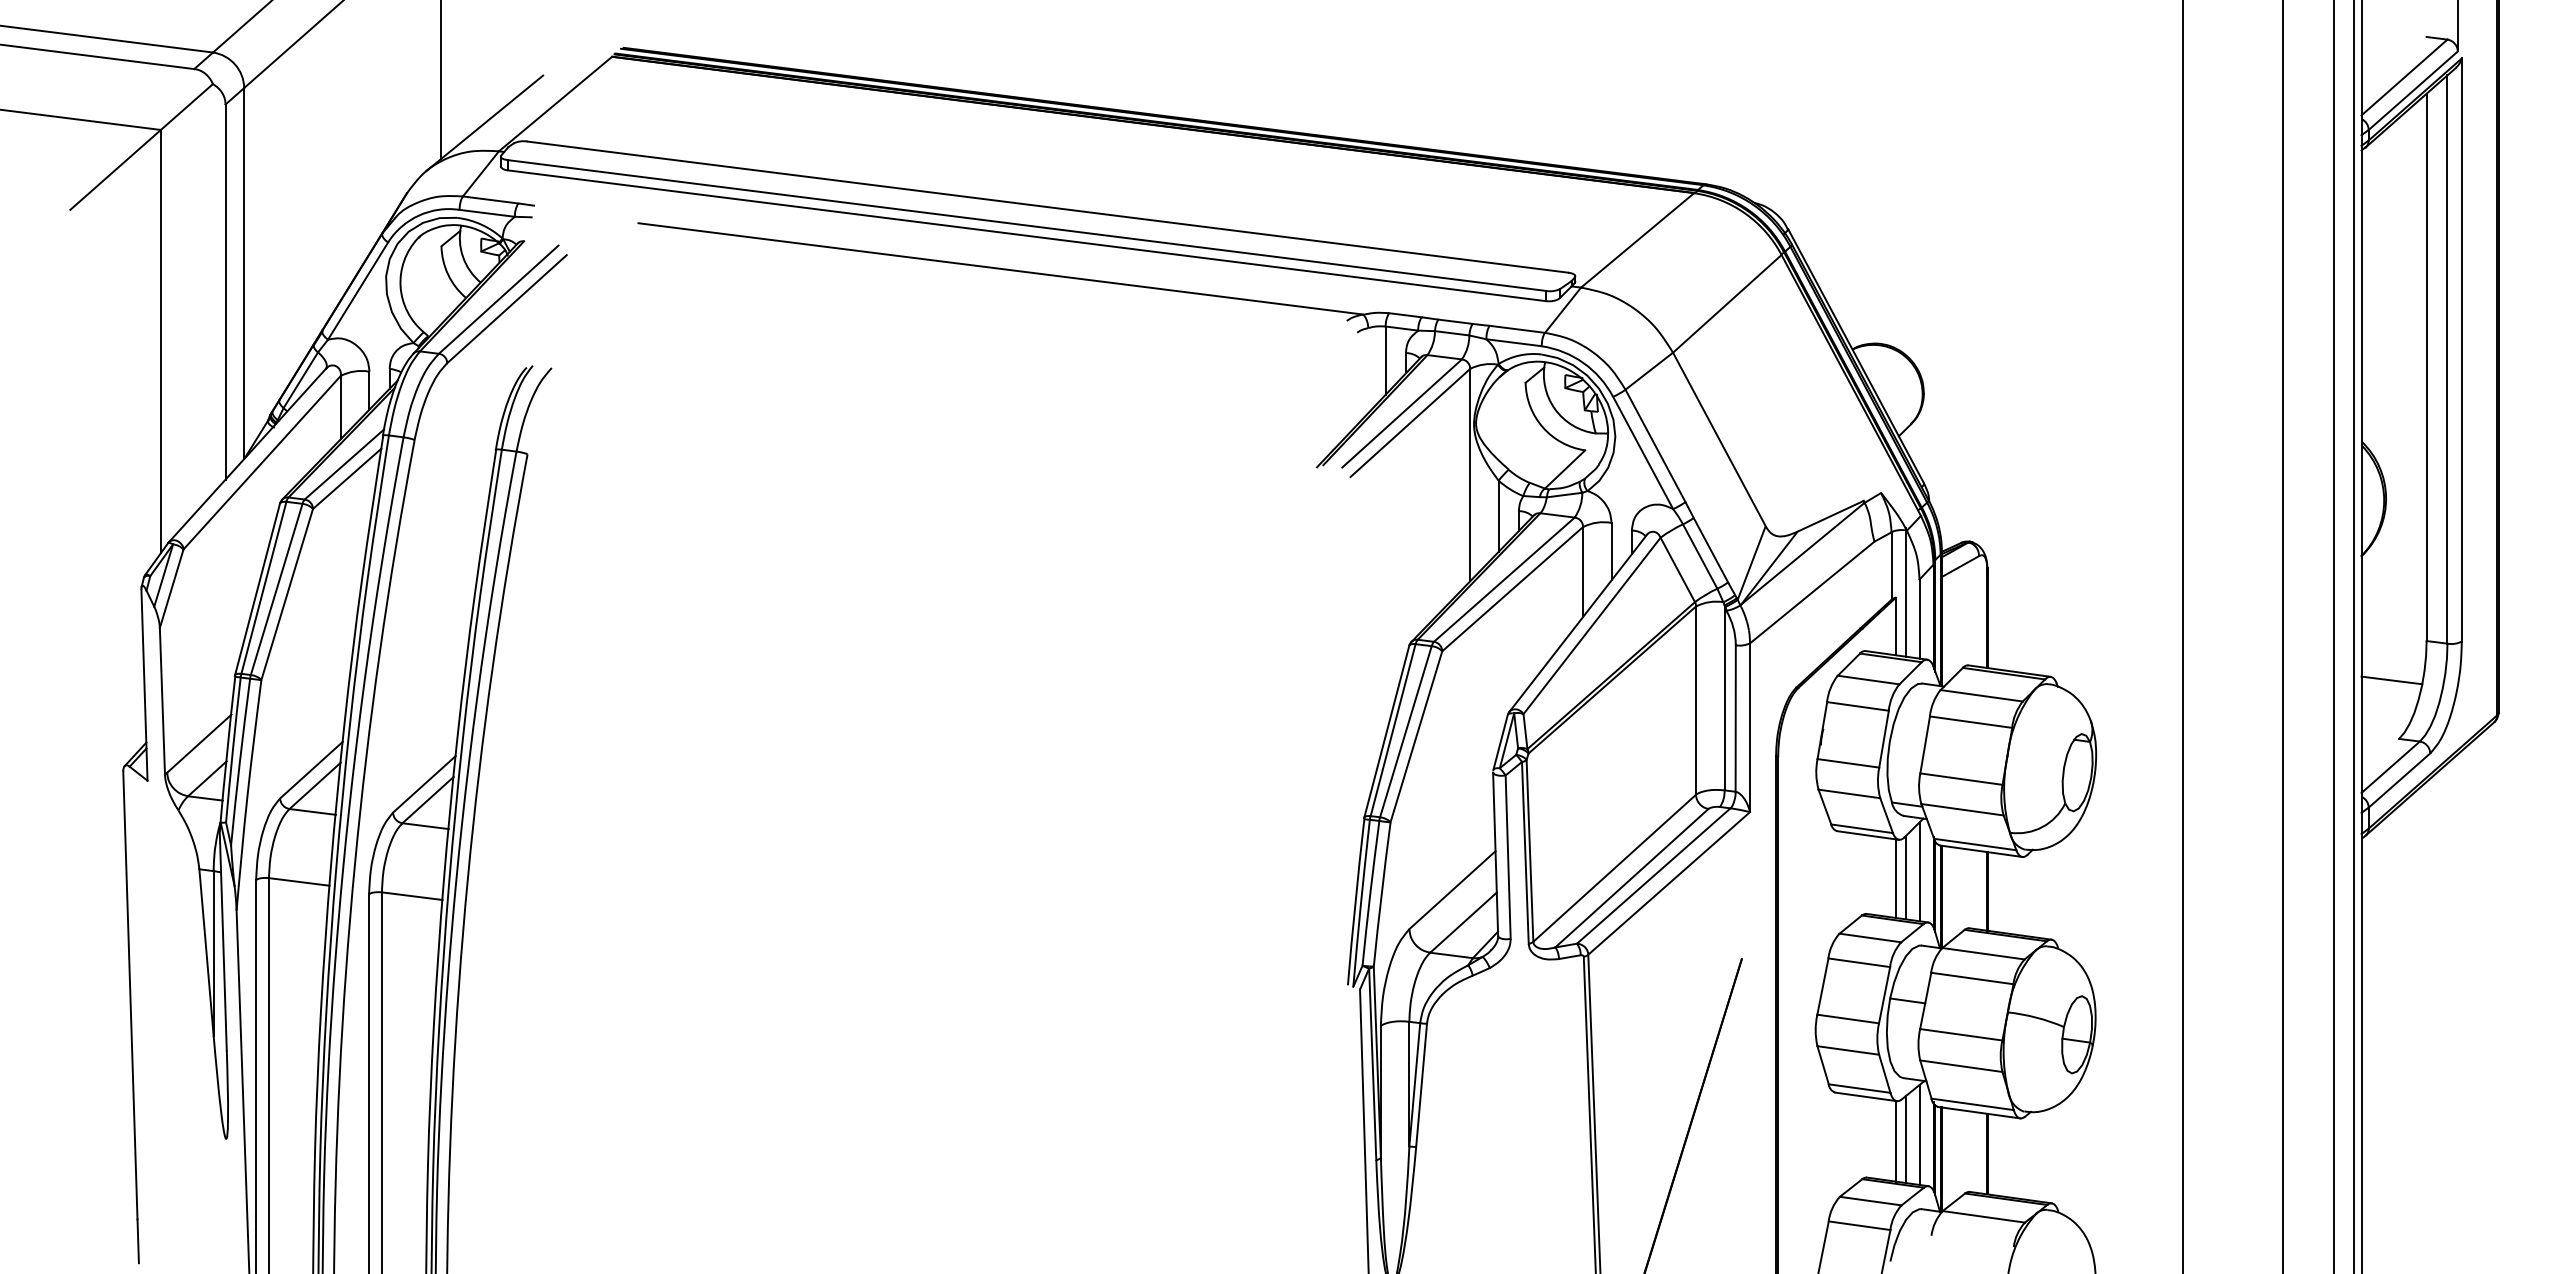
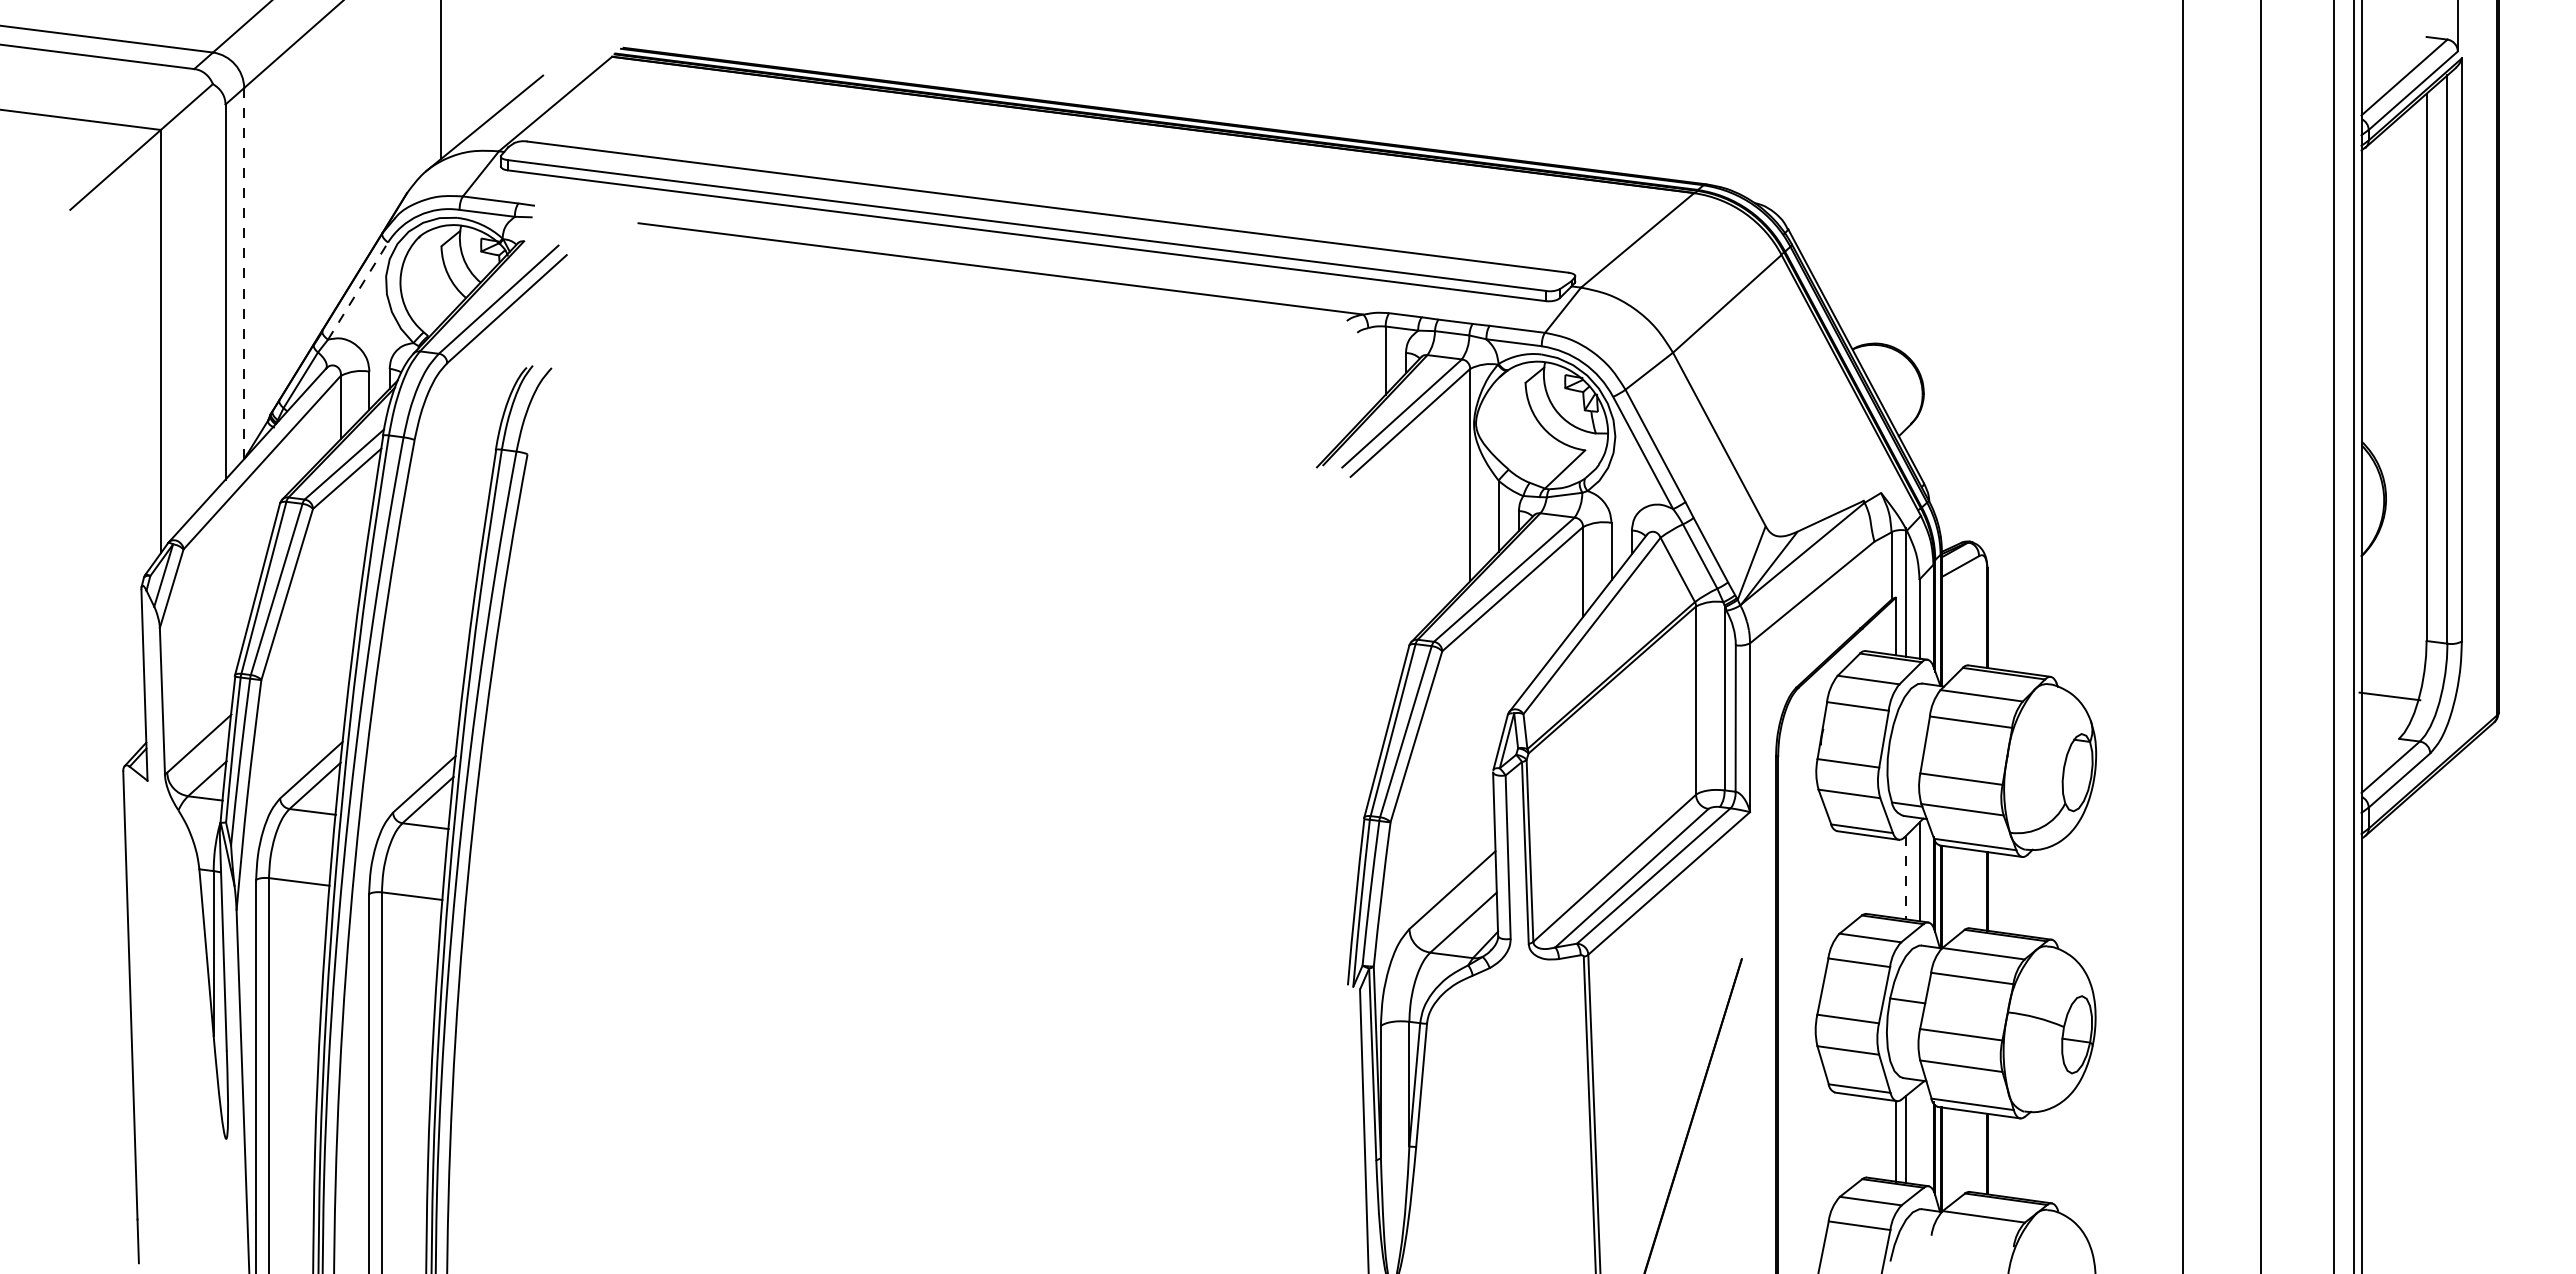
line at (244, 273): solid -> dashed
line at (358, 290): solid -> dashed
line at (2283, 636) position: (2283, 636) -> (2261, 636)
line at (2391, 680) position: (2391, 680) -> (2389, 696)
line at (1905, 877): solid -> dashed
line at (1895, 878): present -> none
line at (1919, 1134): present -> none
